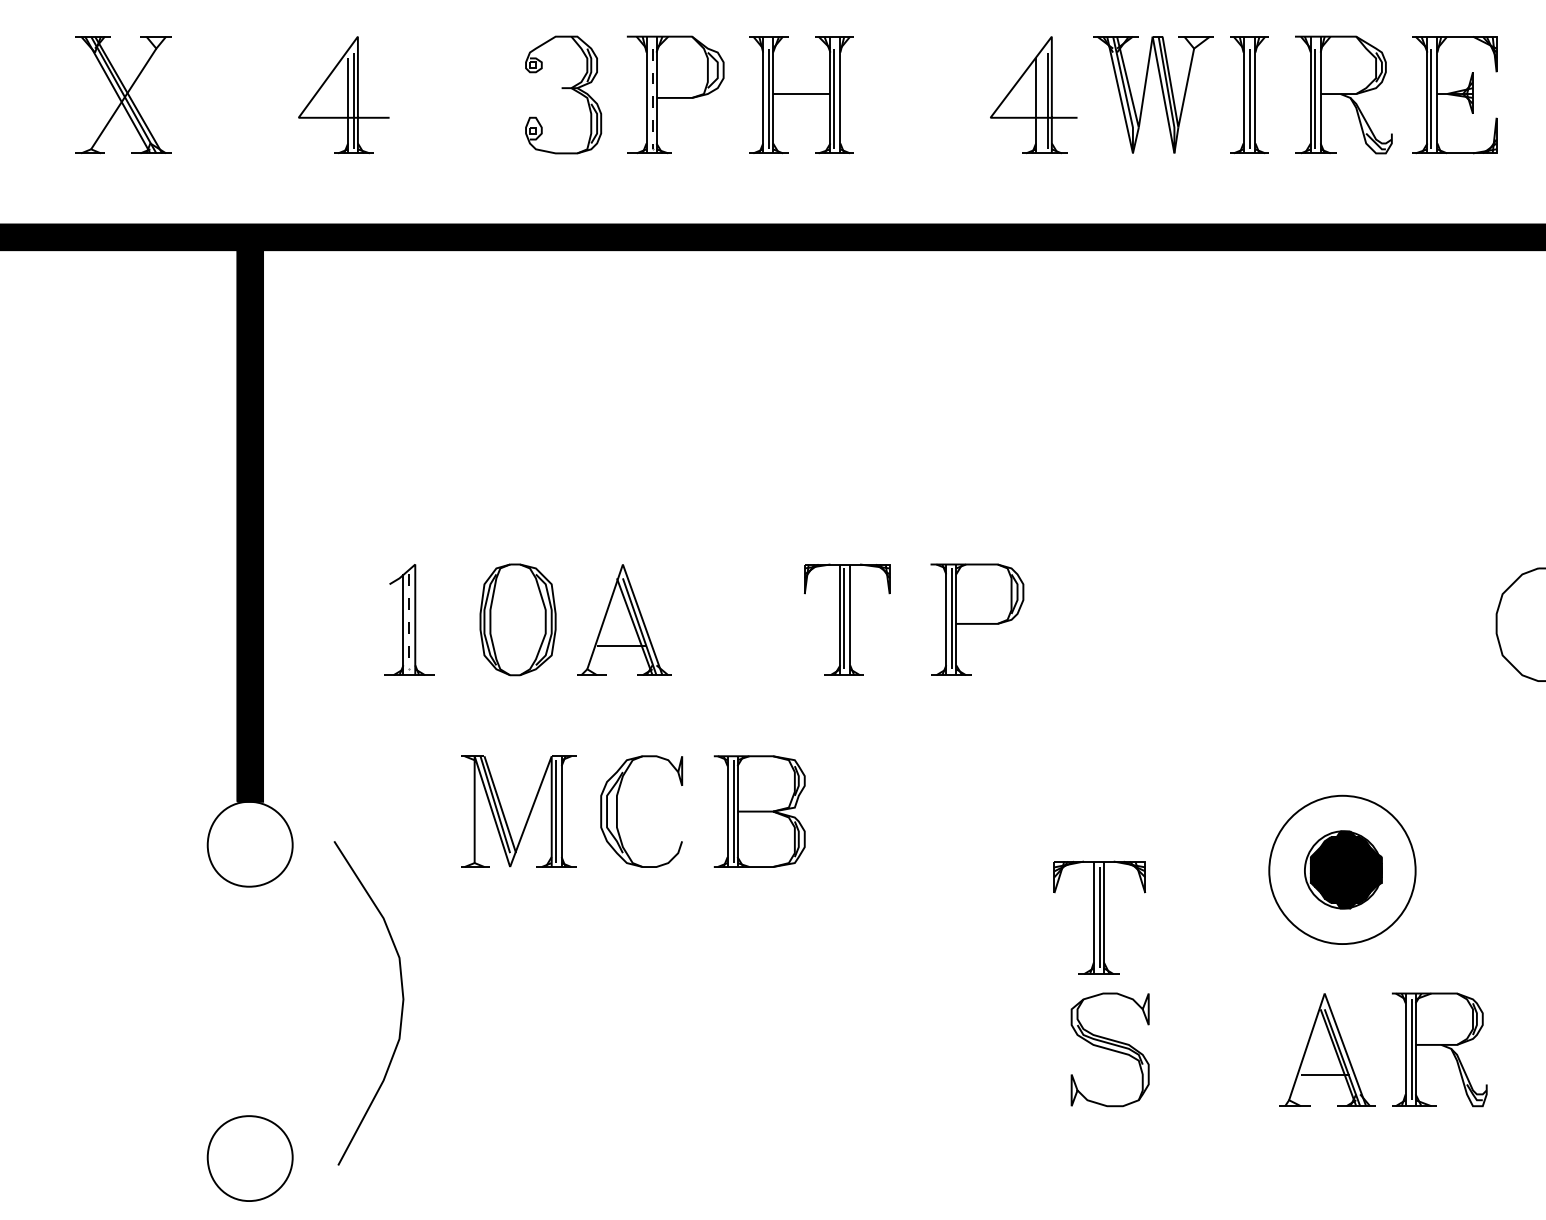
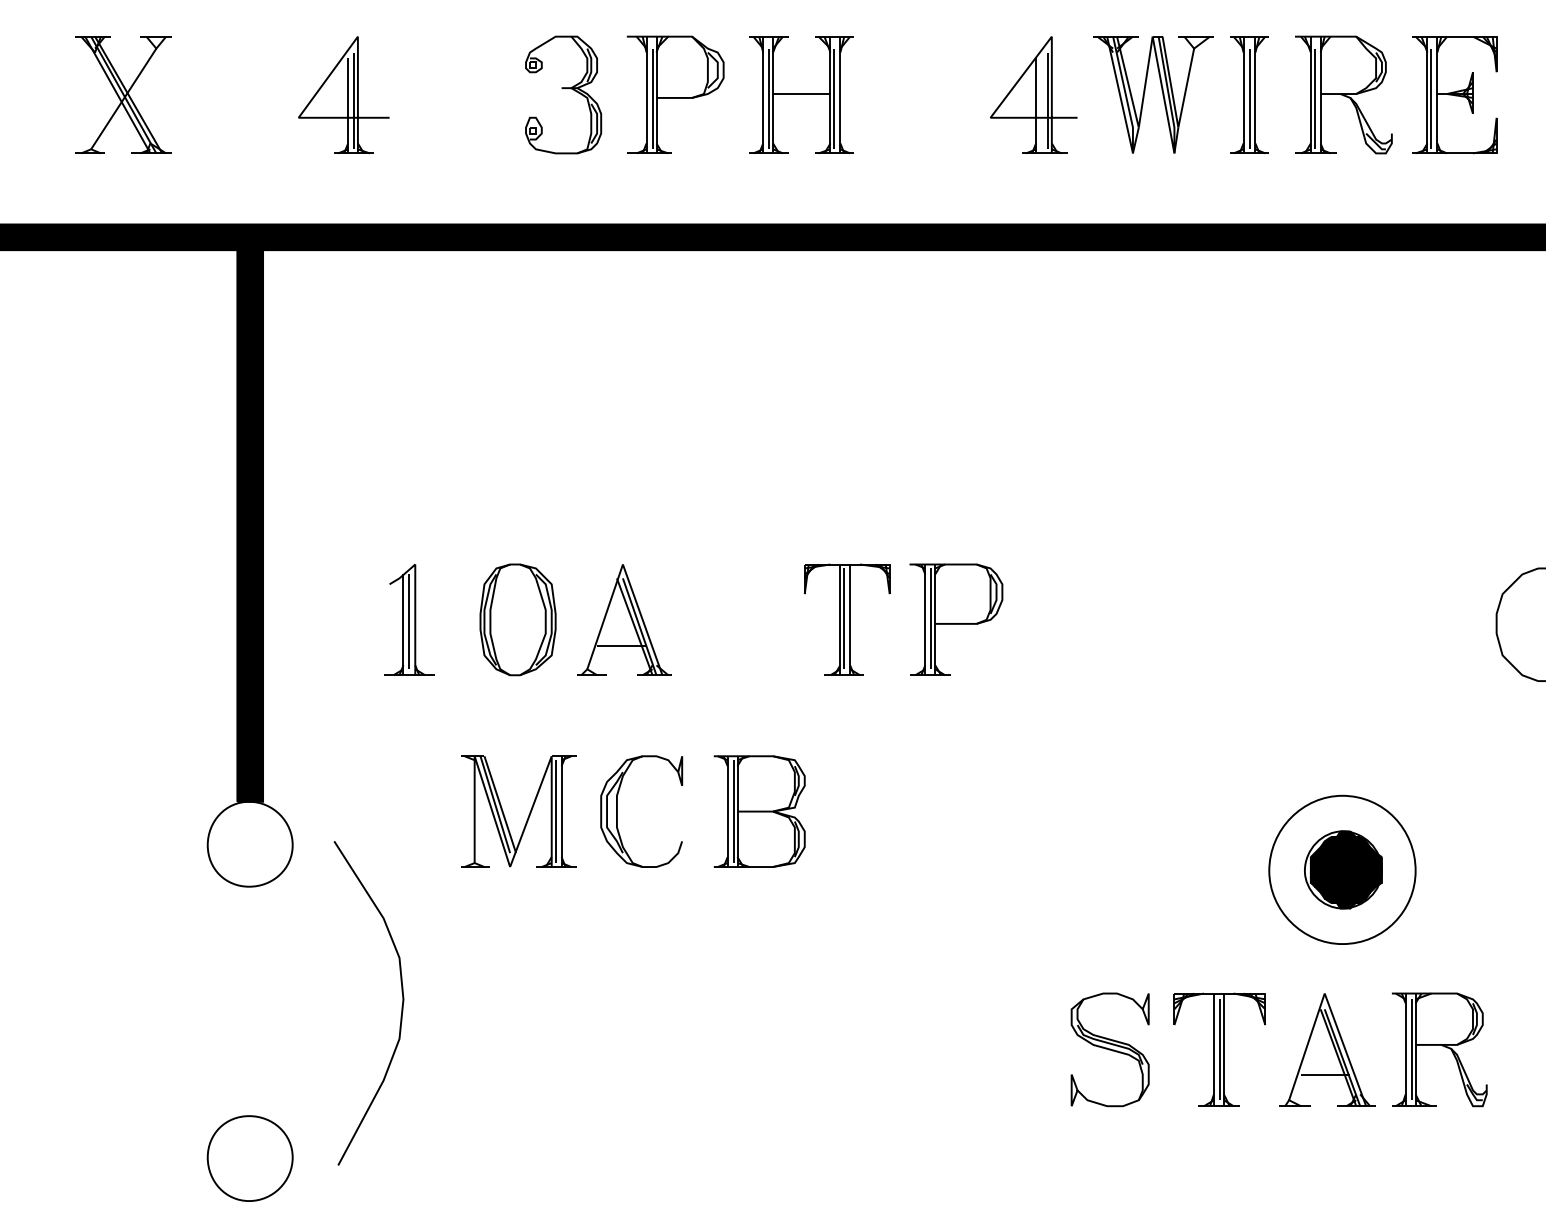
line at (652, 99): dashed -> solid
part at (977, 619) position: (977, 619) -> (956, 619)
line at (409, 622): dashed -> solid
part at (1099, 917) position: (1099, 917) -> (1219, 1049)
